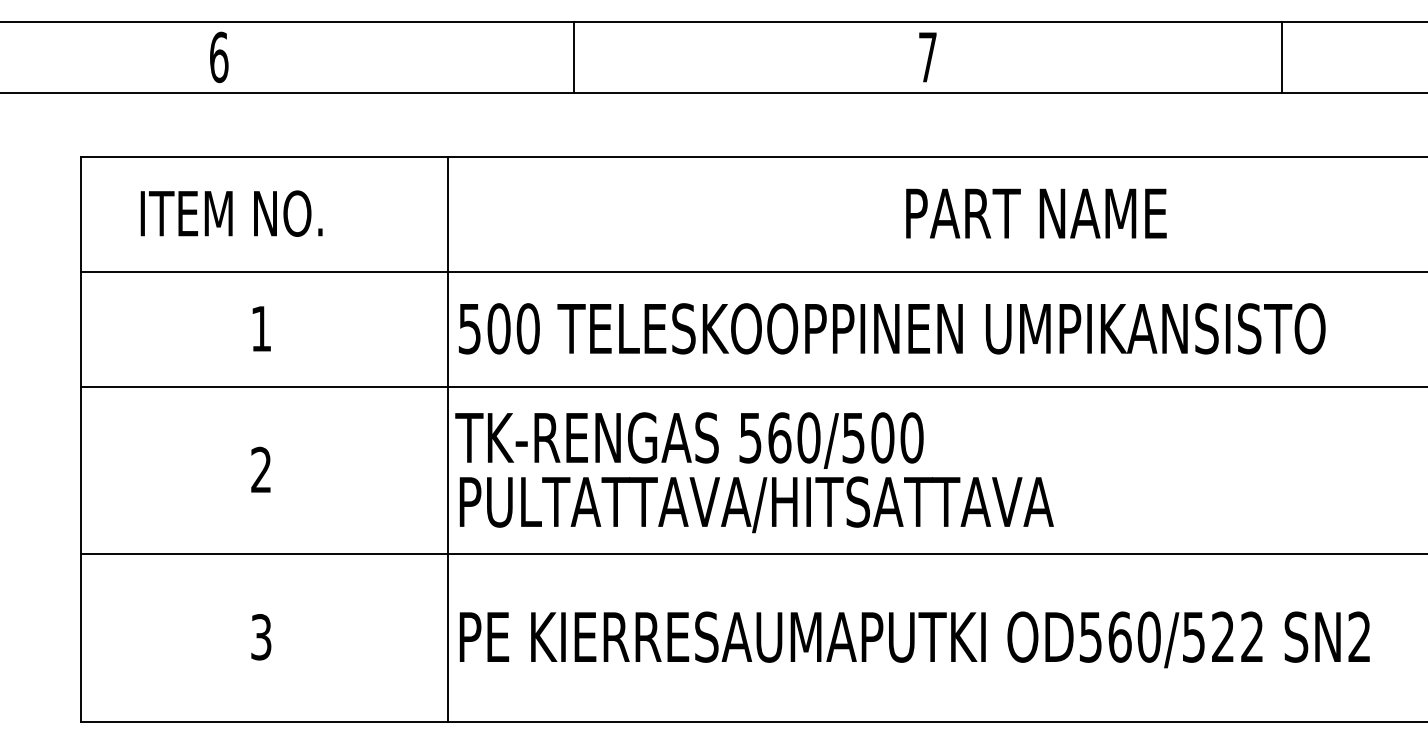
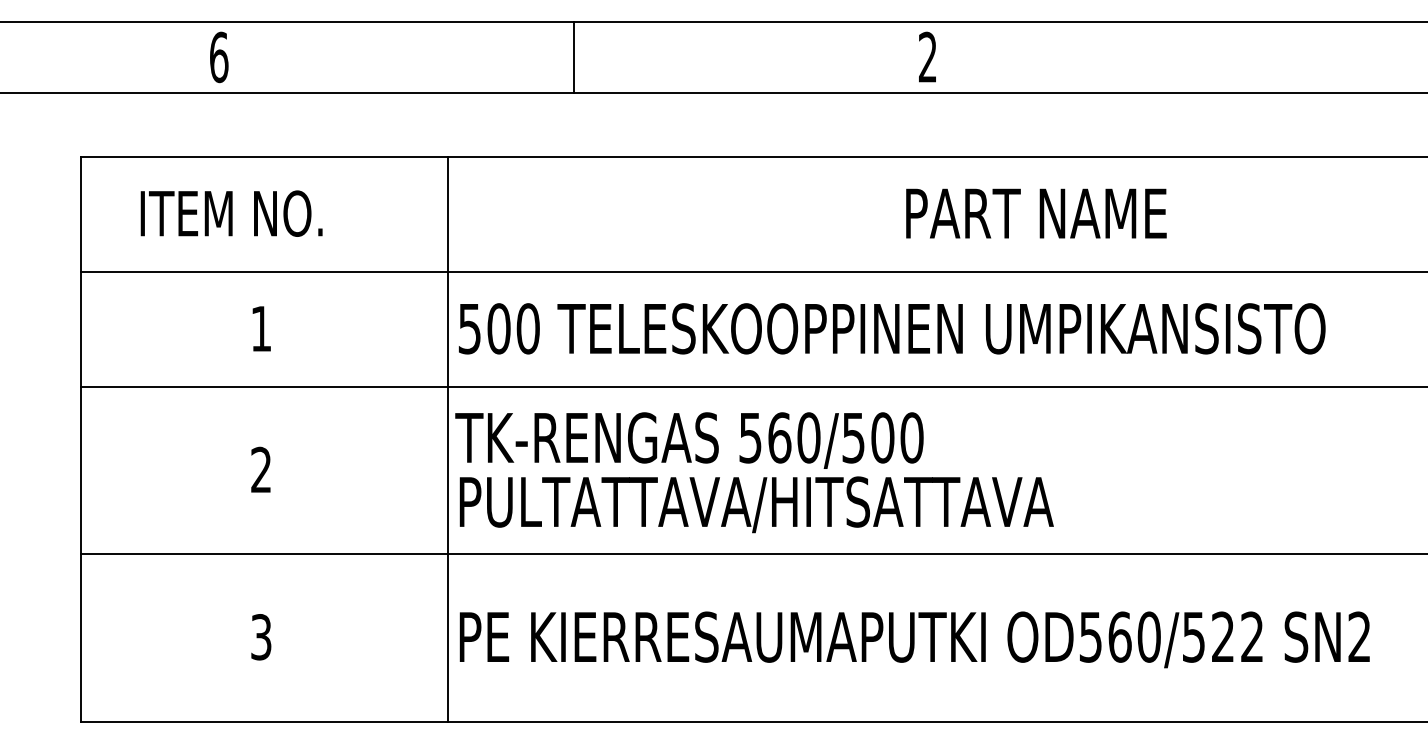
text at (927, 56): 7 -> 2
line at (1282, 57): present -> none
